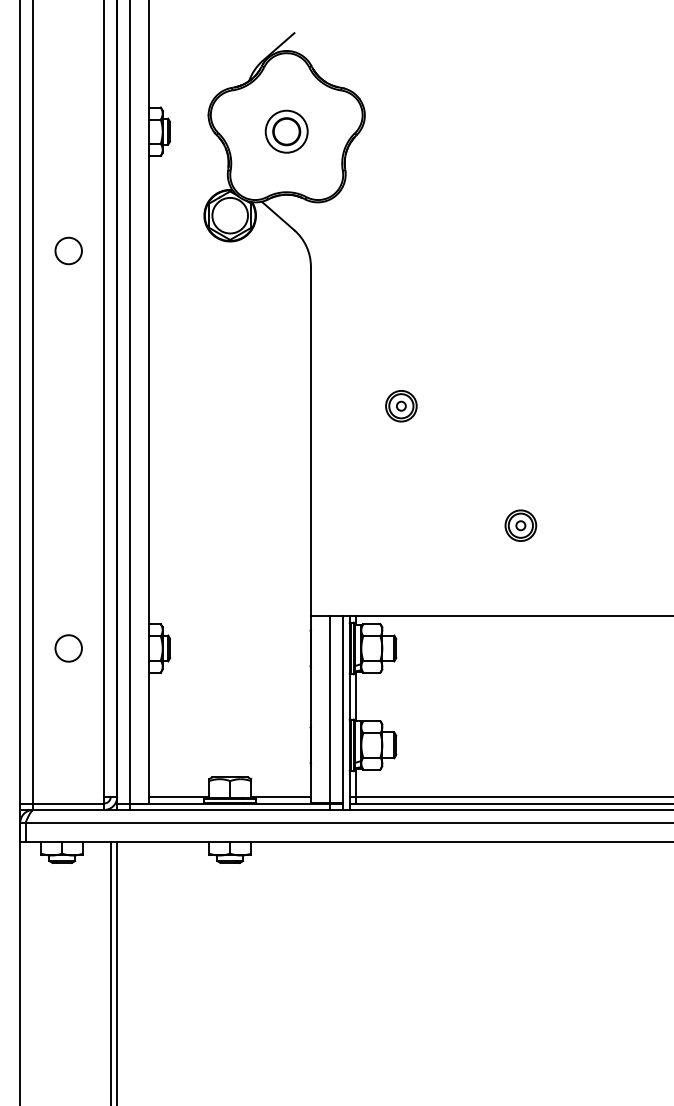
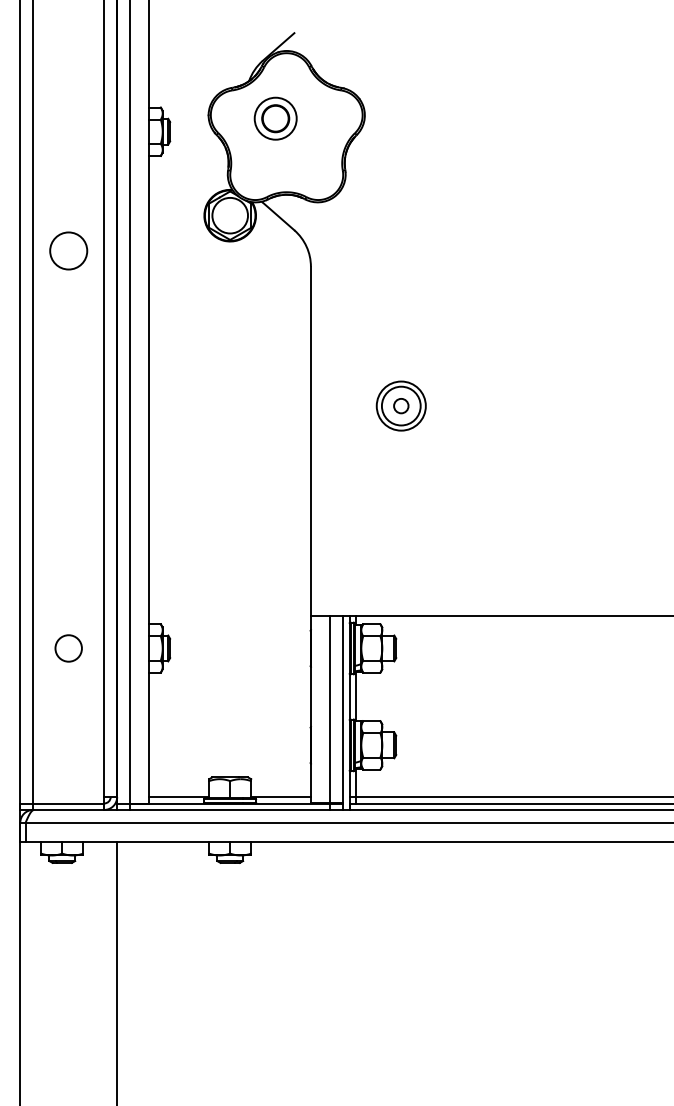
part at (286, 131) position: (286, 131) -> (275, 118)
circle at (68, 250) diameter: 26 px -> 37 px
part at (401, 406) size: 33x33 px -> 52x52 px
part at (520, 525): present -> none
line at (110, 972): present -> none
